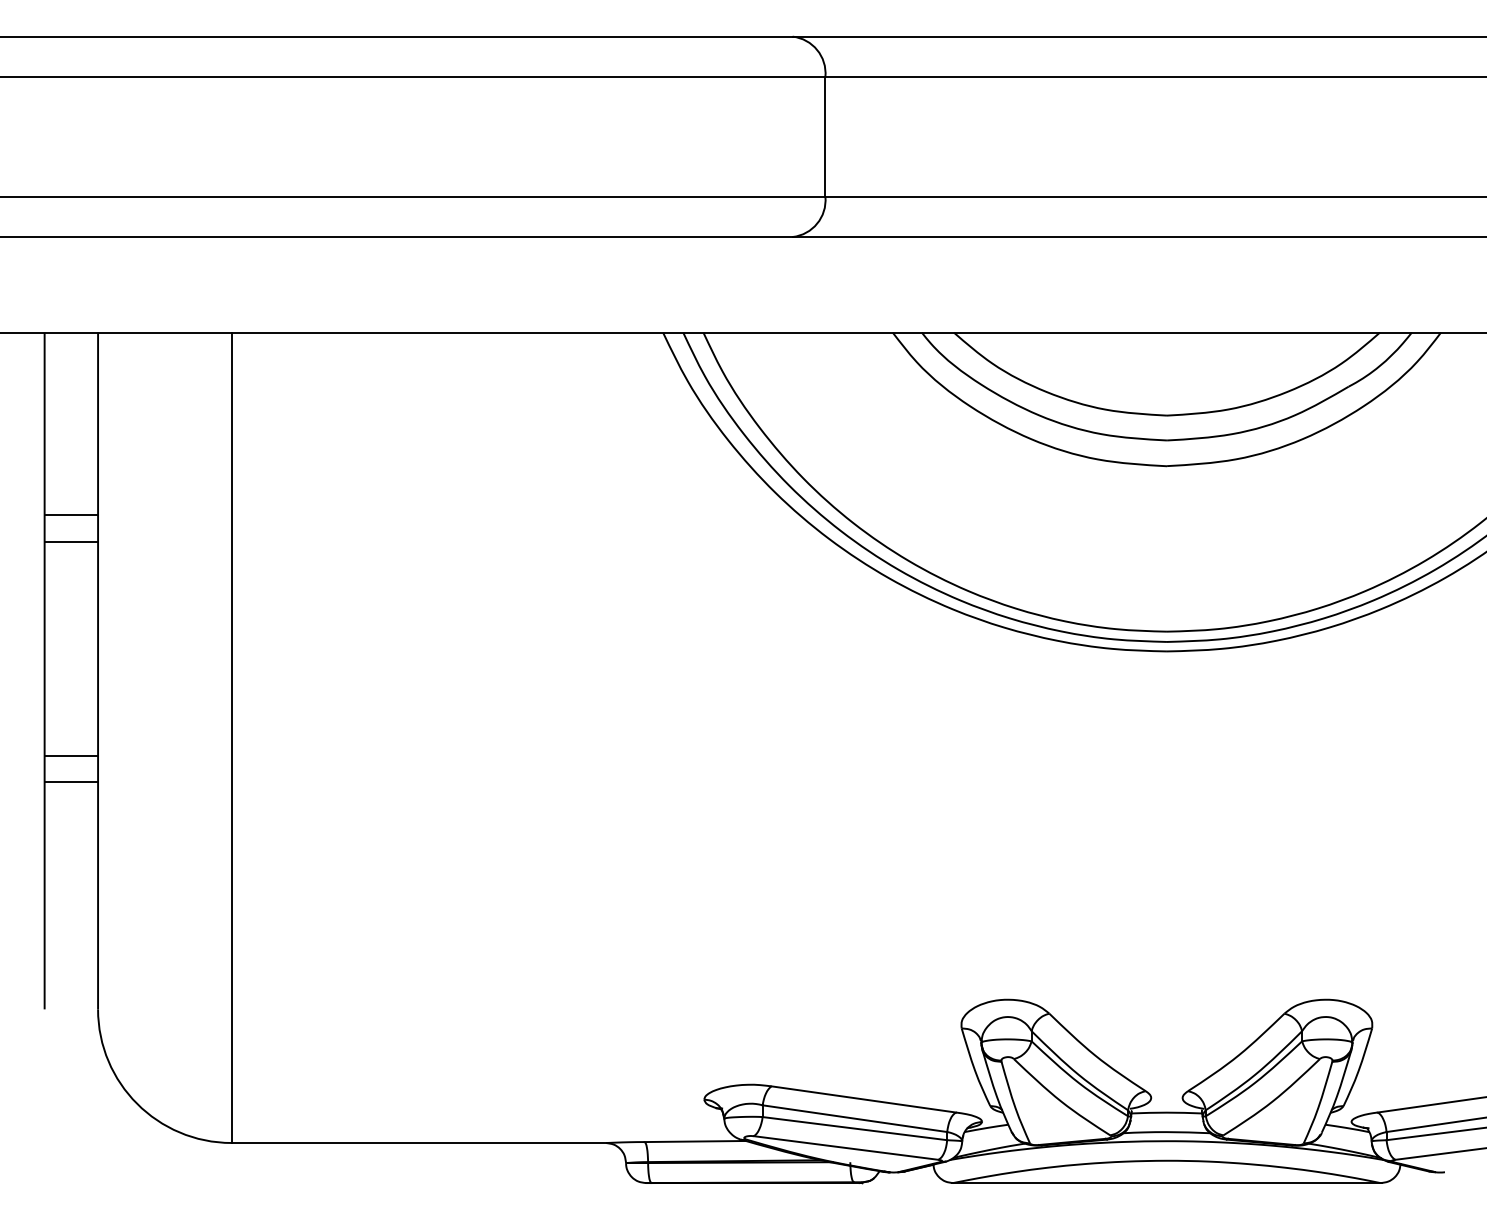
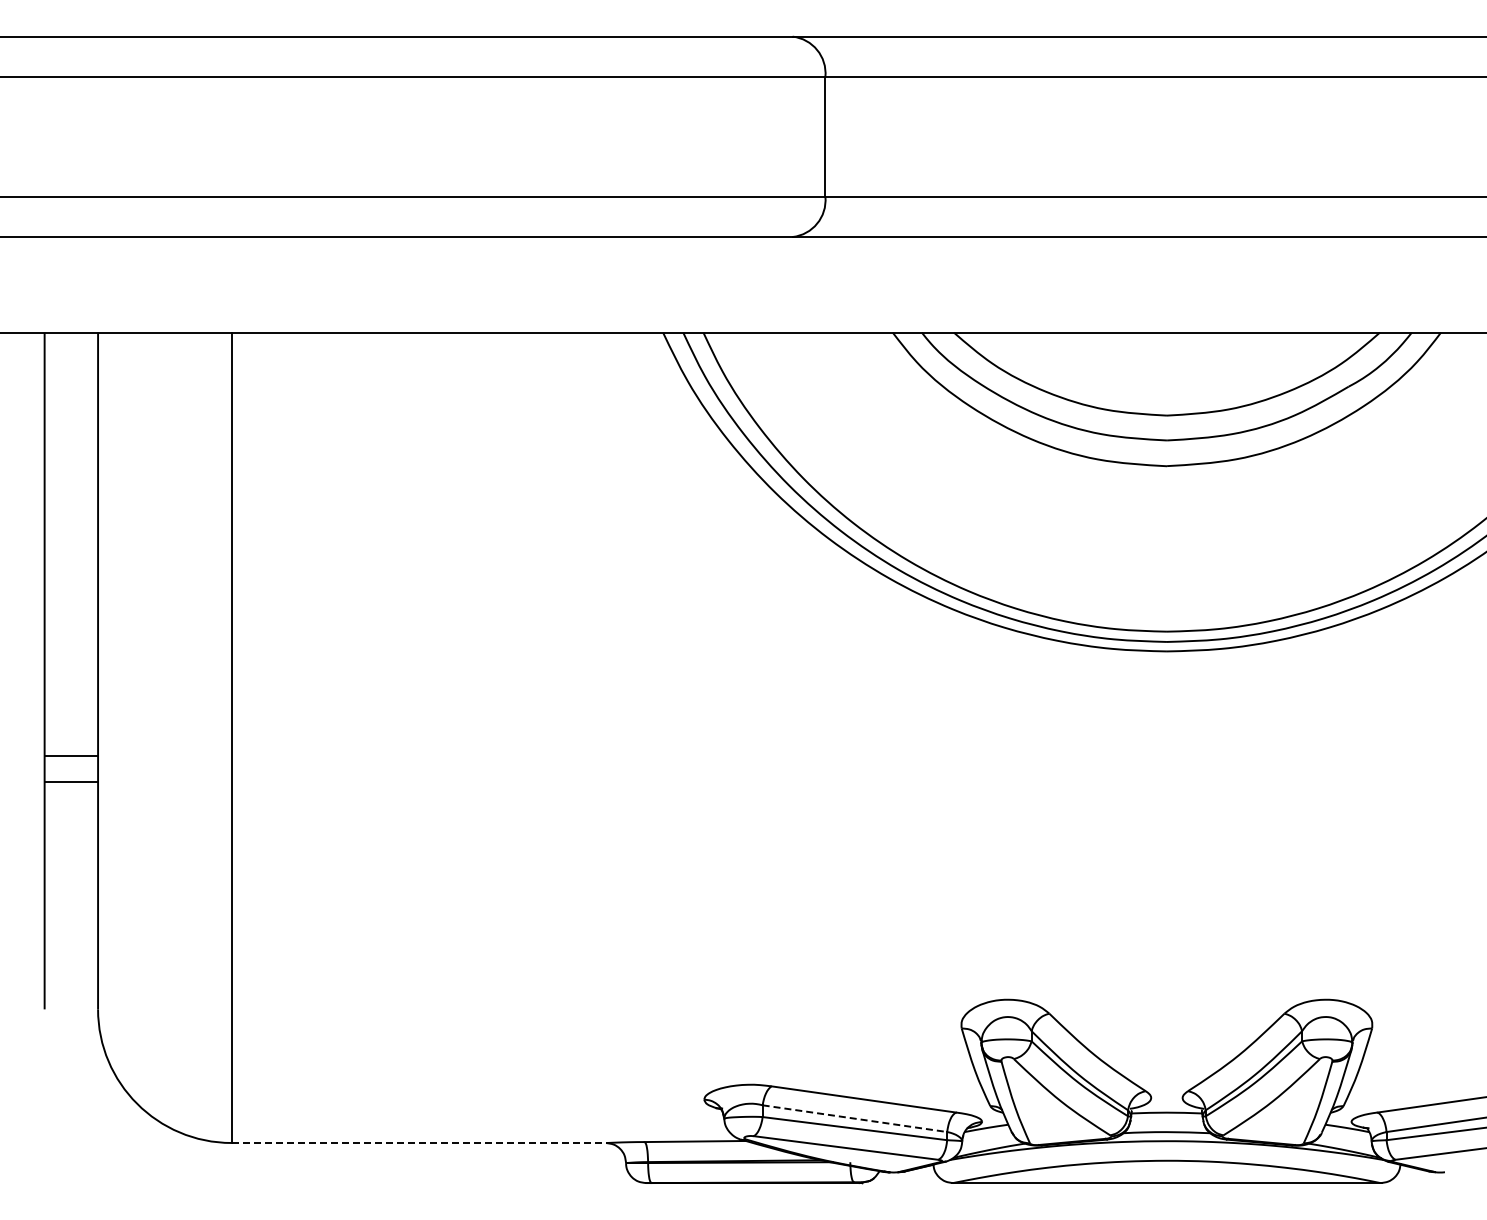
line at (71, 515): present -> none
line at (71, 541): present -> none
line at (855, 1118): solid -> dashed
line at (419, 1142): solid -> dashed
